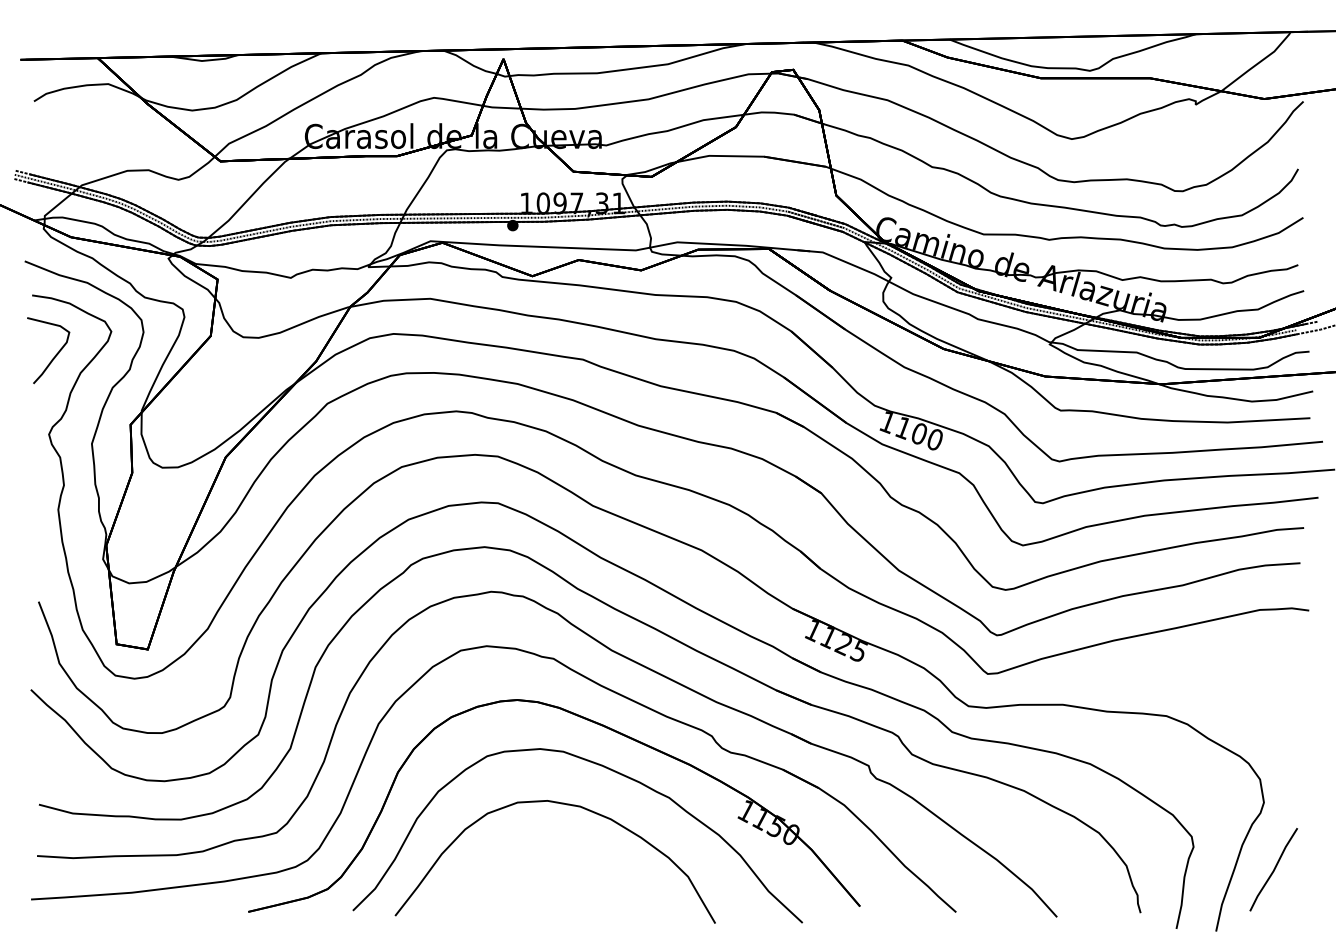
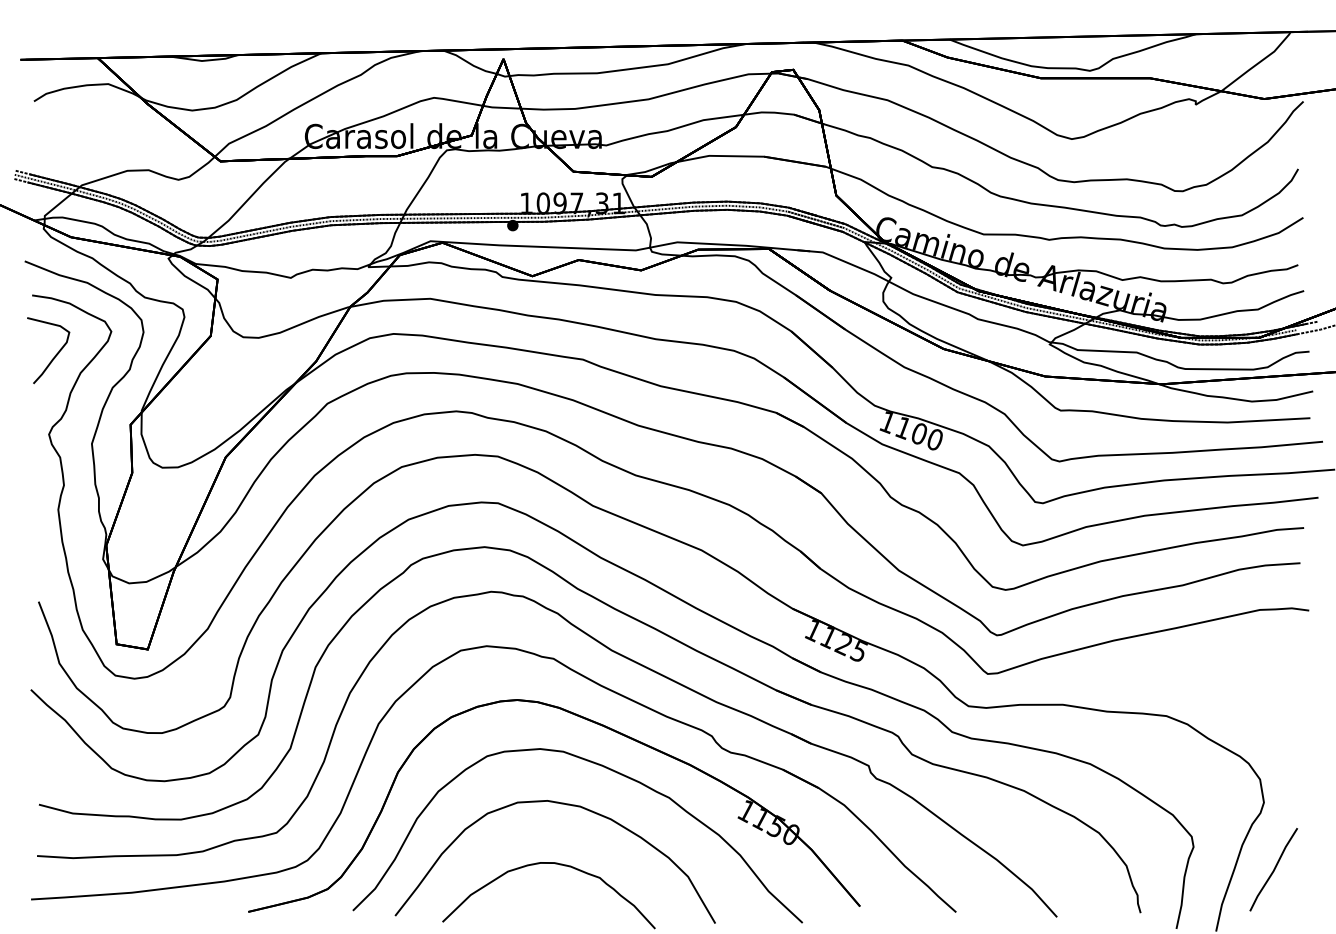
curve at (555, 864): none -> present
